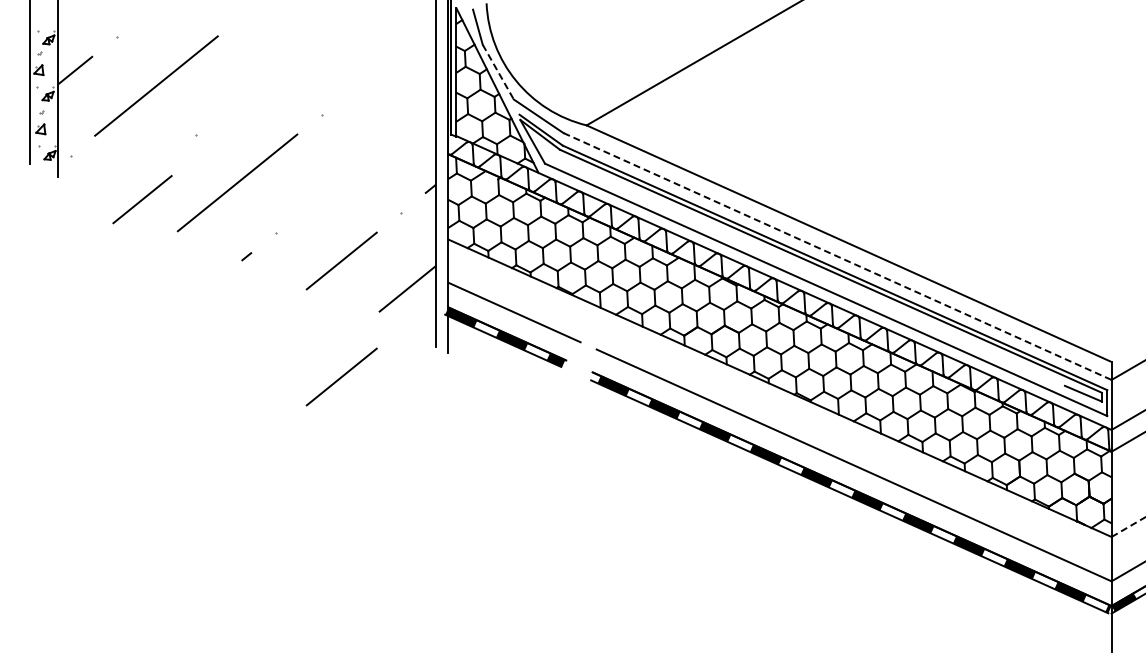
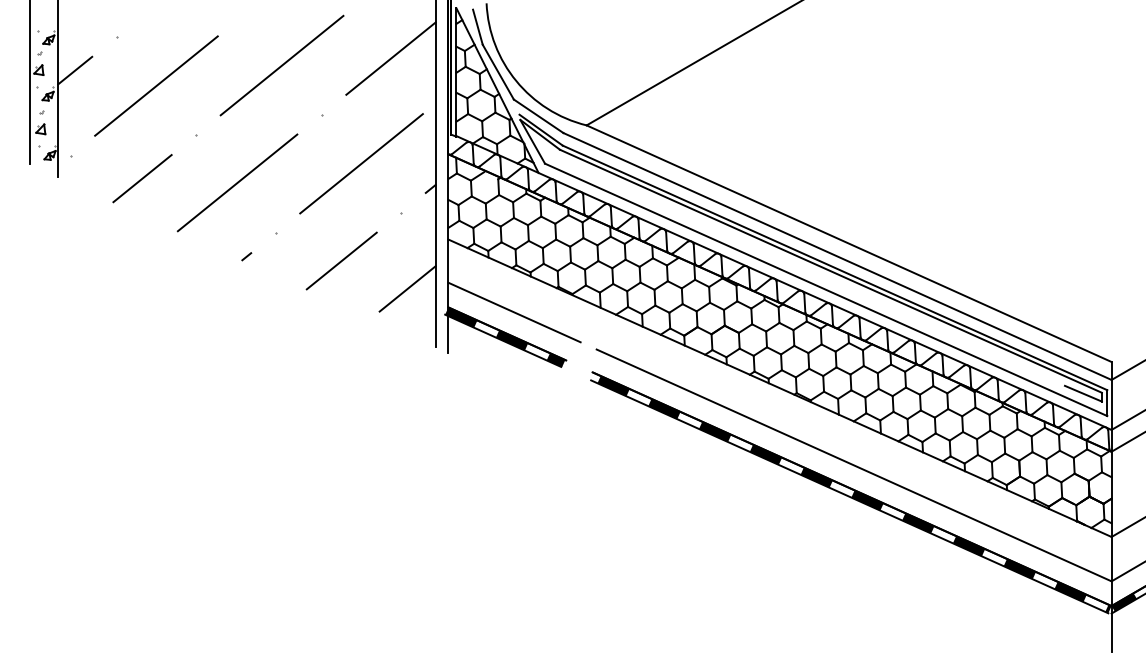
line at (390, 58): none -> present
line at (281, 65): none -> present
line at (498, 72): dashed -> solid
line at (361, 163): none -> present
line at (142, 199) position: (142, 199) -> (142, 178)
line at (837, 256): dashed -> solid
line at (341, 376): present -> none
line at (1128, 526): dashed -> solid
